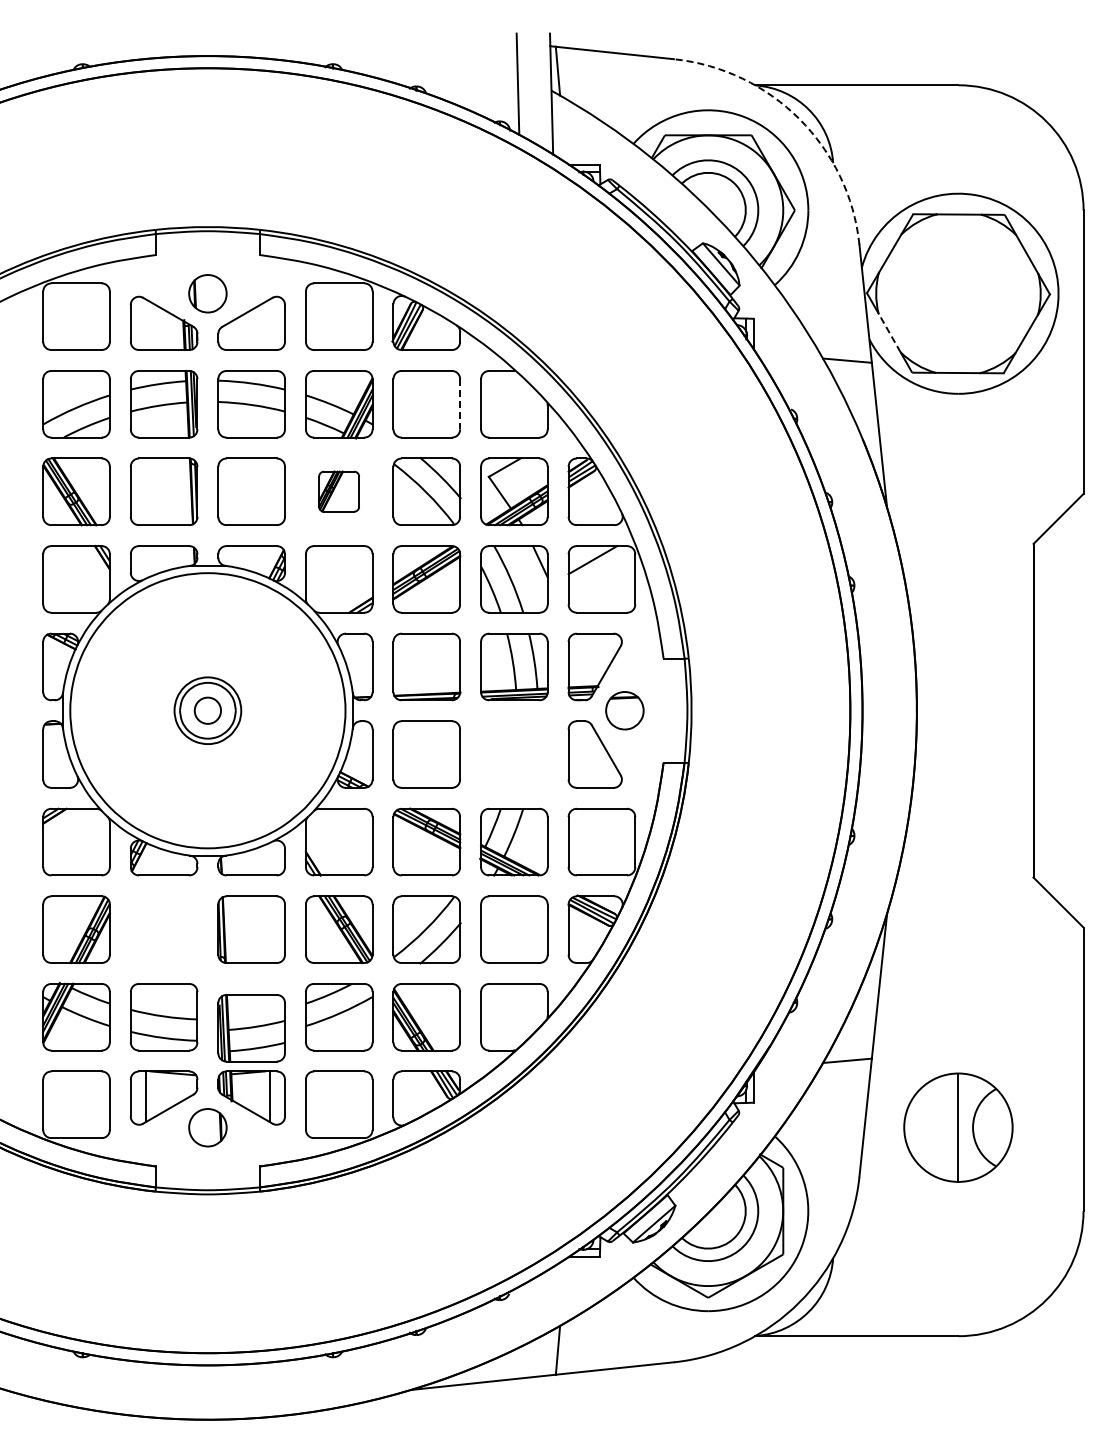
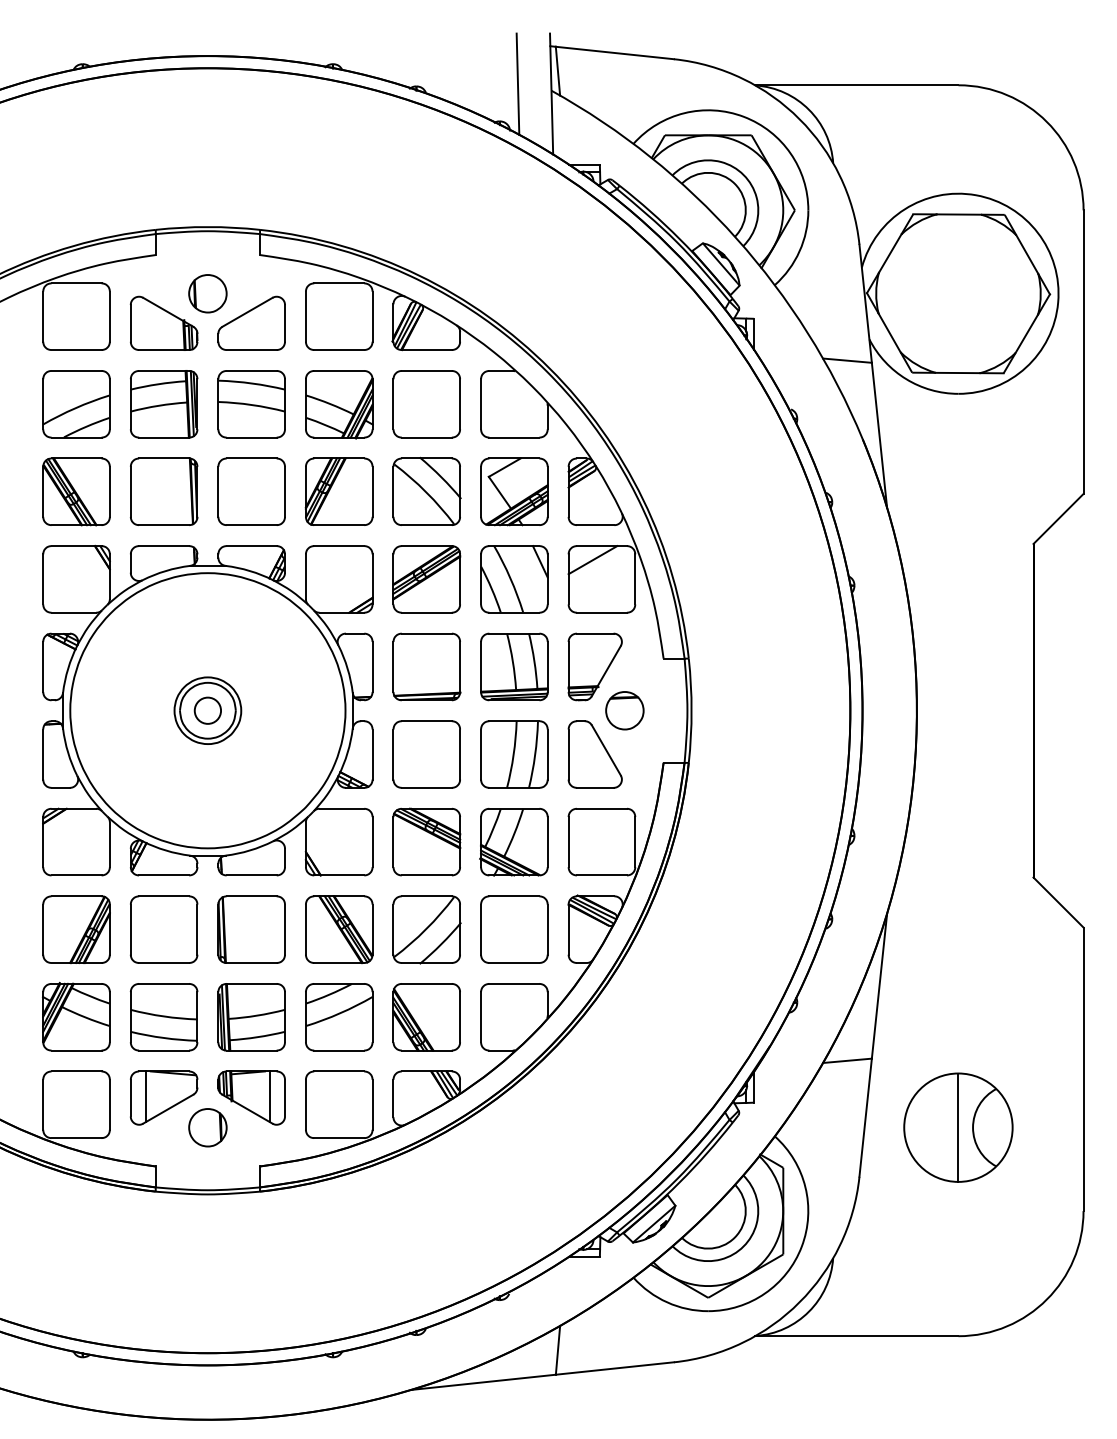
arc at (799, 119): dashed -> solid
line at (889, 332): dashed -> solid
line at (460, 404): dashed -> solid
part at (338, 491) size: 42x43 px -> 70x69 px
part at (514, 754): none -> present
part at (163, 929): none -> present
part at (251, 1028) position: (251, 1028) -> (251, 1017)
